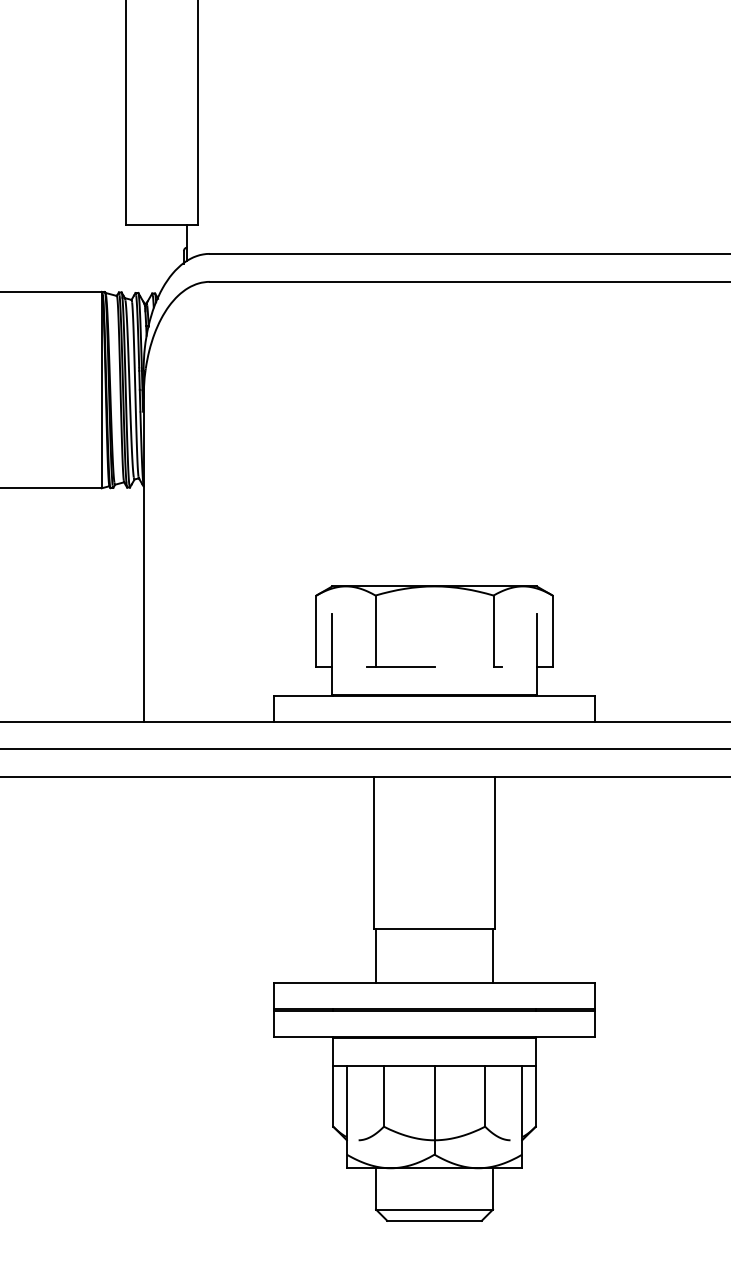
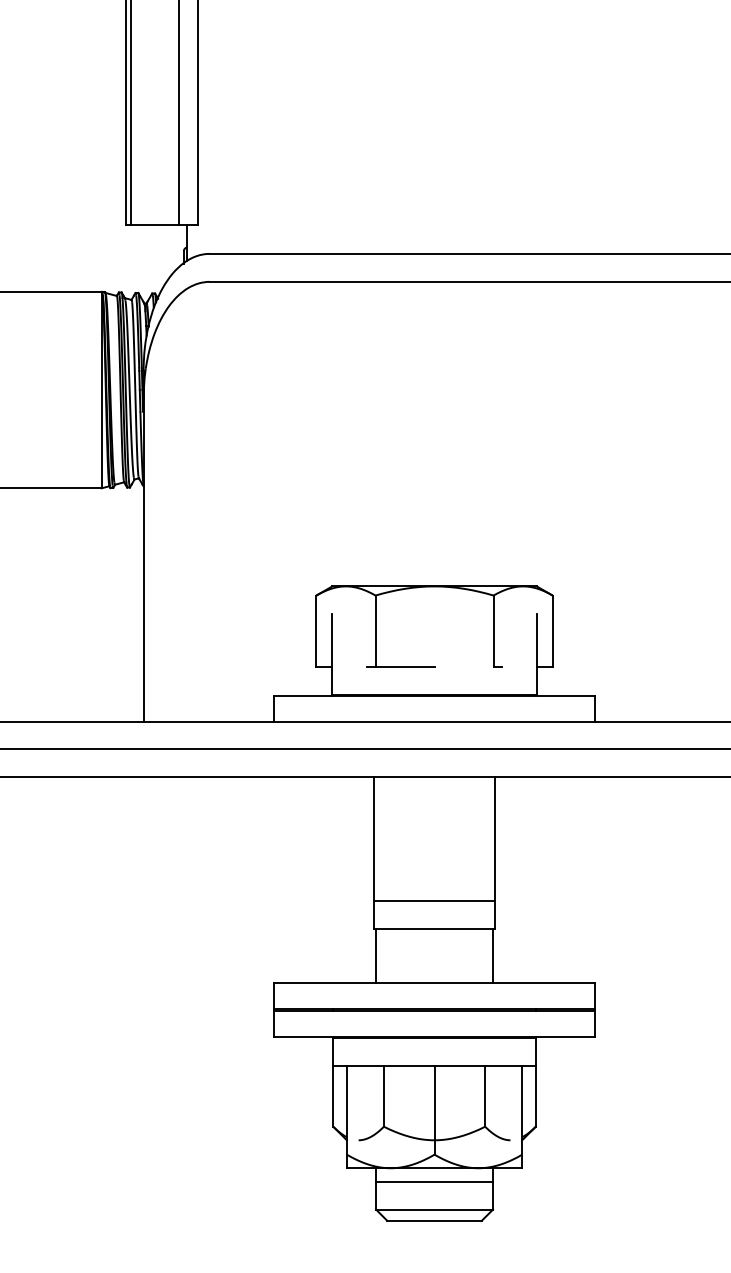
line at (131, 113): none -> present
line at (179, 113): none -> present
line at (434, 900): none -> present
line at (434, 1181): none -> present
